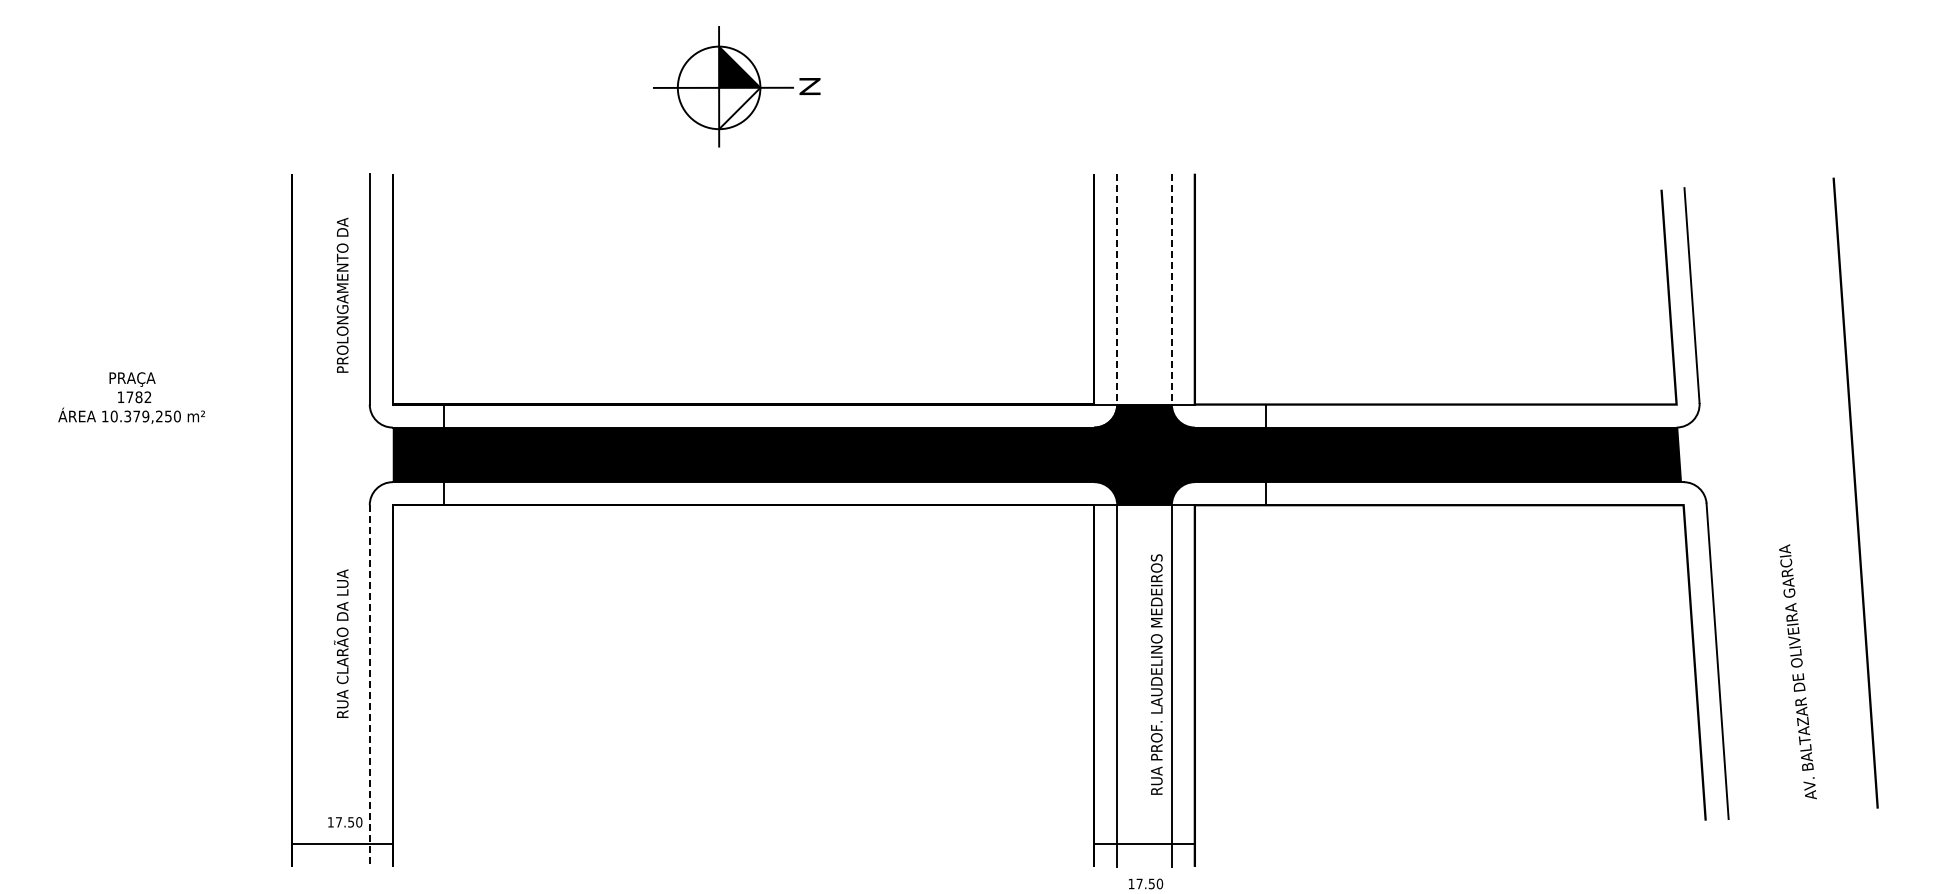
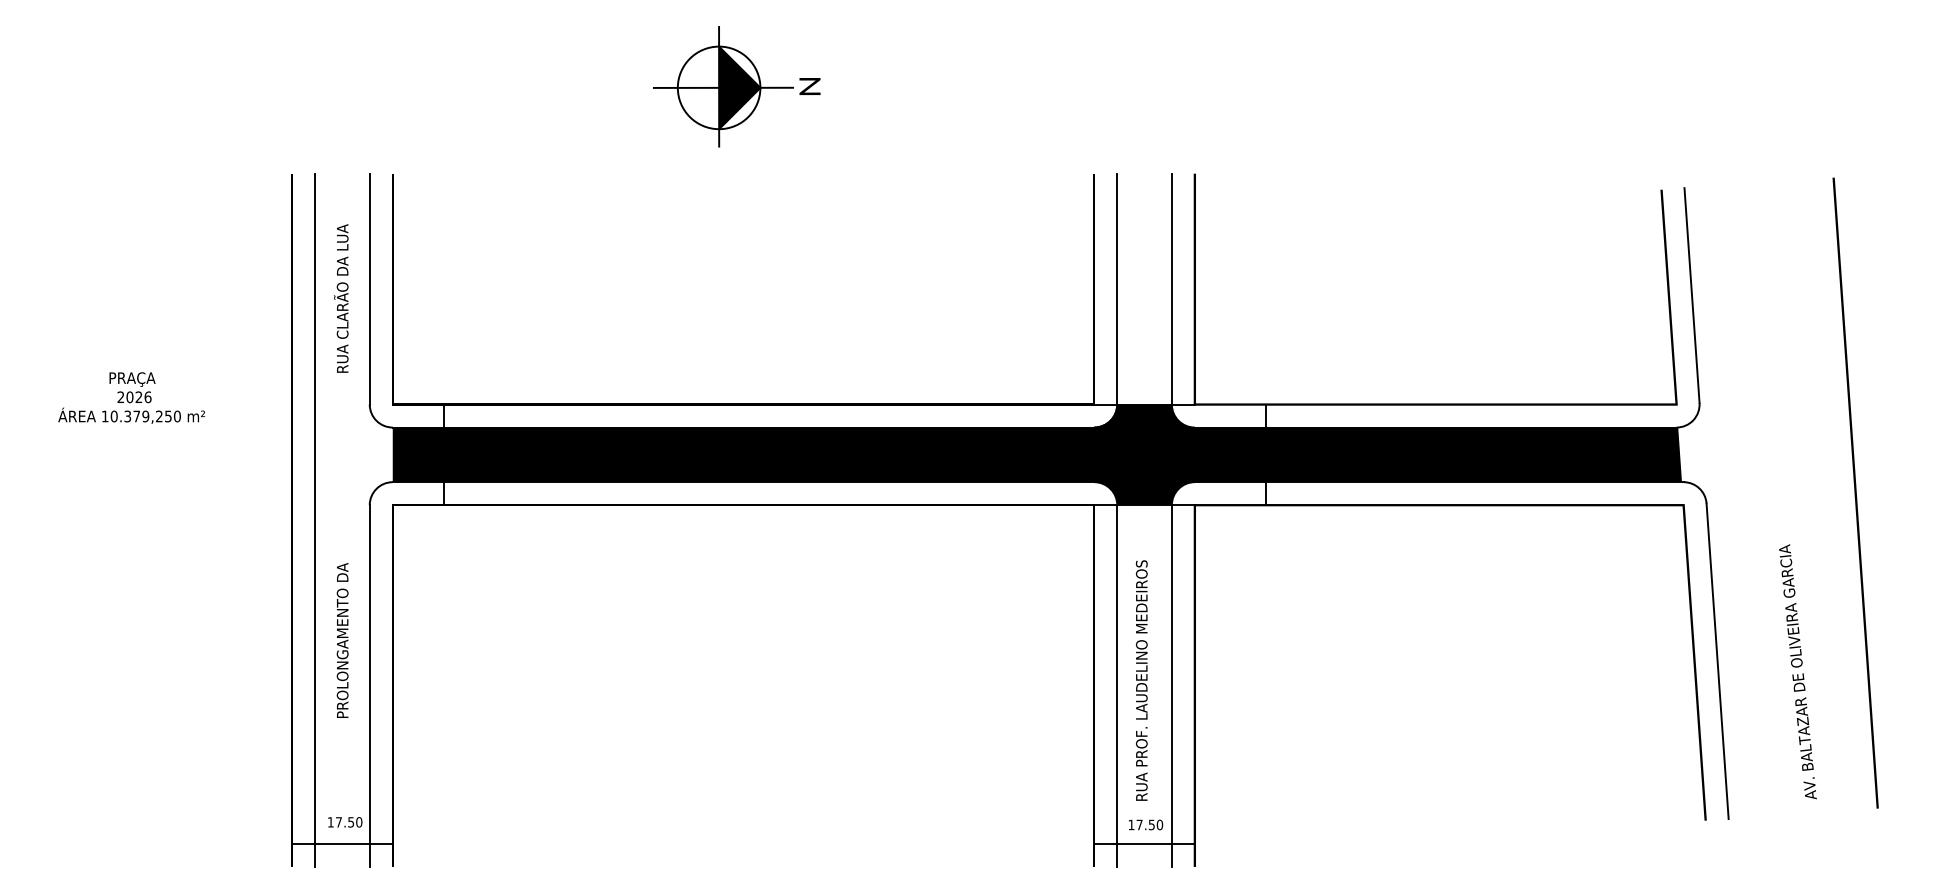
fill at (739, 108): none -> present
line at (1117, 289): dashed -> solid
line at (1171, 289): dashed -> solid
text at (341, 294): PROLONGAMENTO DA -> RUA CLARÃO DA LUA
text at (134, 397): 1782 -> 2026
line at (315, 519): none -> present
text at (341, 639): RUA CLARÃO DA LUA -> PROLONGAMENTO DA
text at (1156, 674) position: (1156, 674) -> (1141, 680)
line at (369, 686): dashed -> solid
text at (1146, 883) position: (1146, 883) -> (1146, 824)
